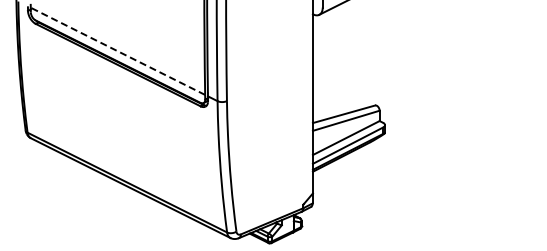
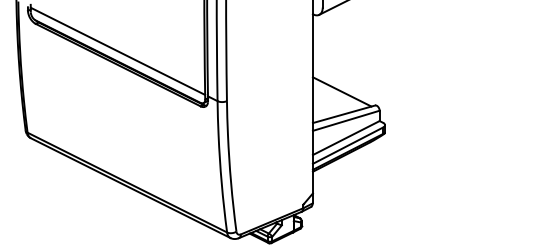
line at (117, 51): dashed -> solid
line at (341, 91): none -> present
